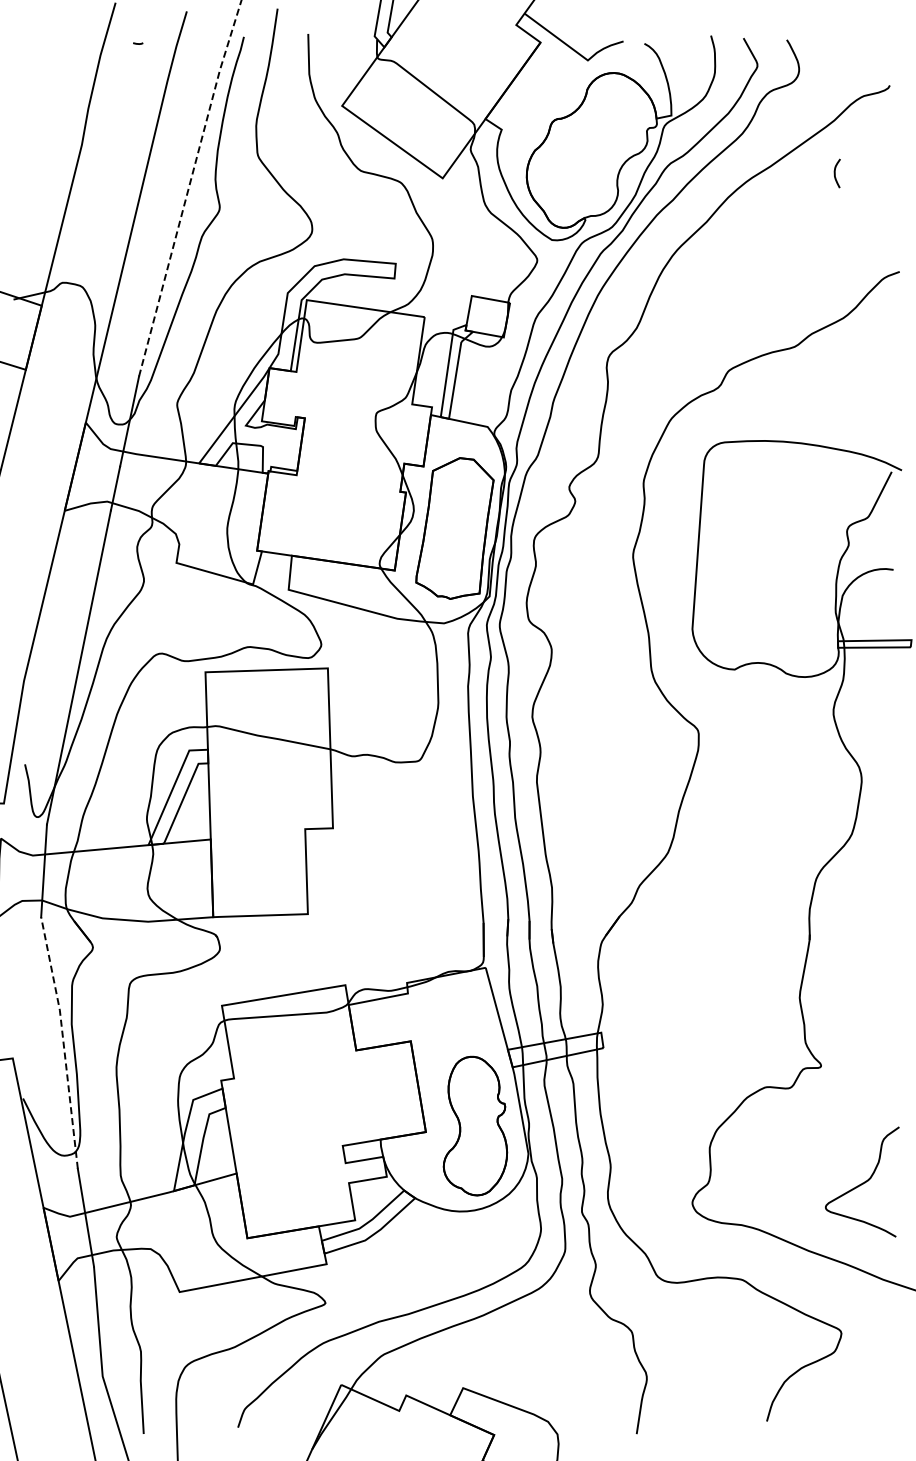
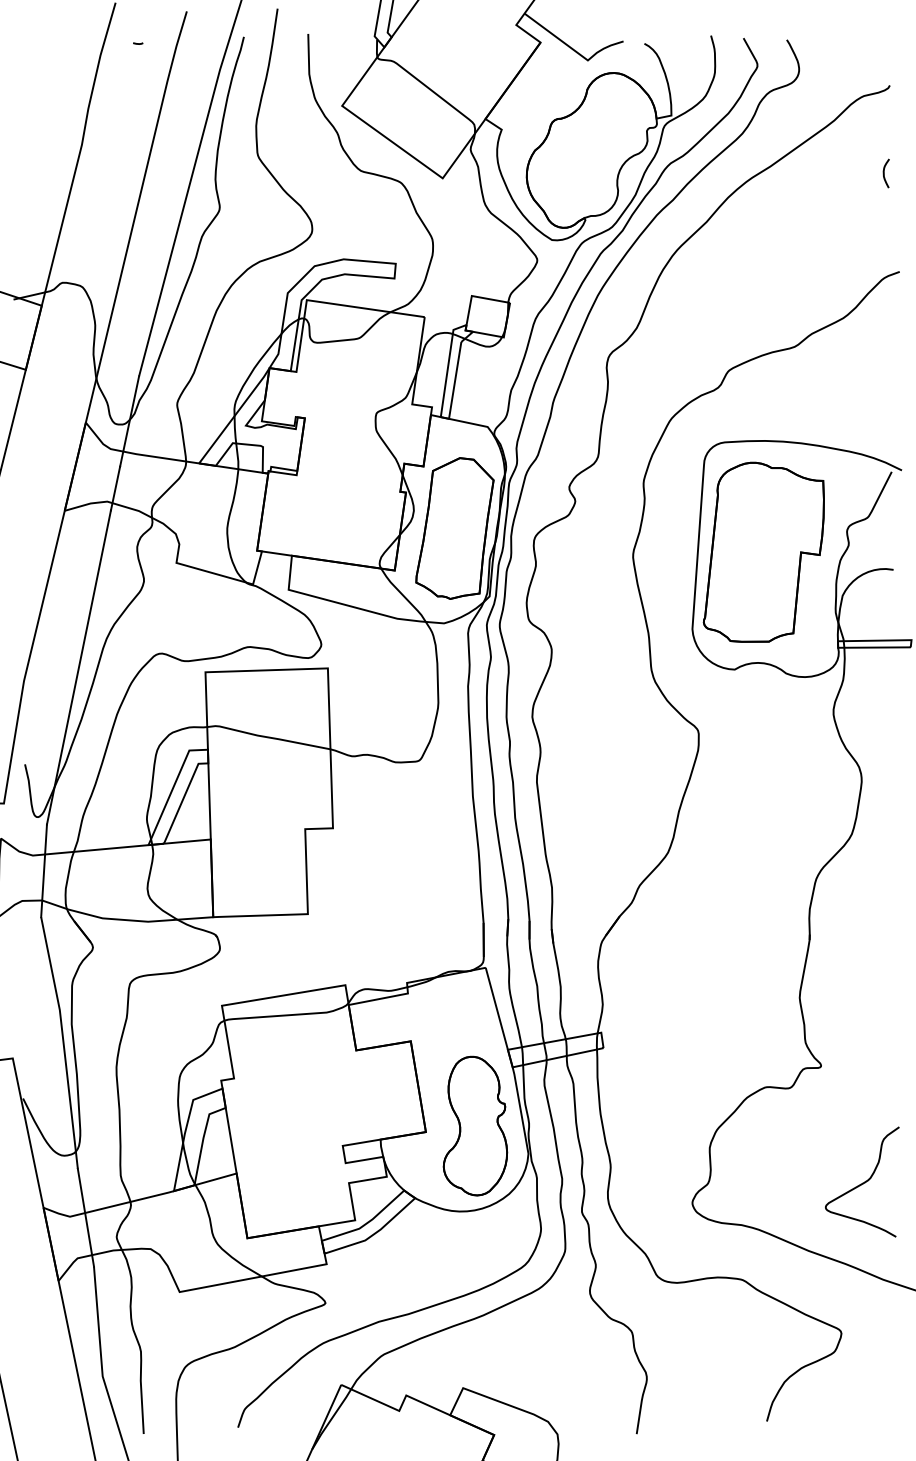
curve at (835, 173) position: (835, 173) -> (884, 173)
line at (188, 187): dashed -> solid
part at (763, 551): none -> present
line at (63, 1041): dashed -> solid
